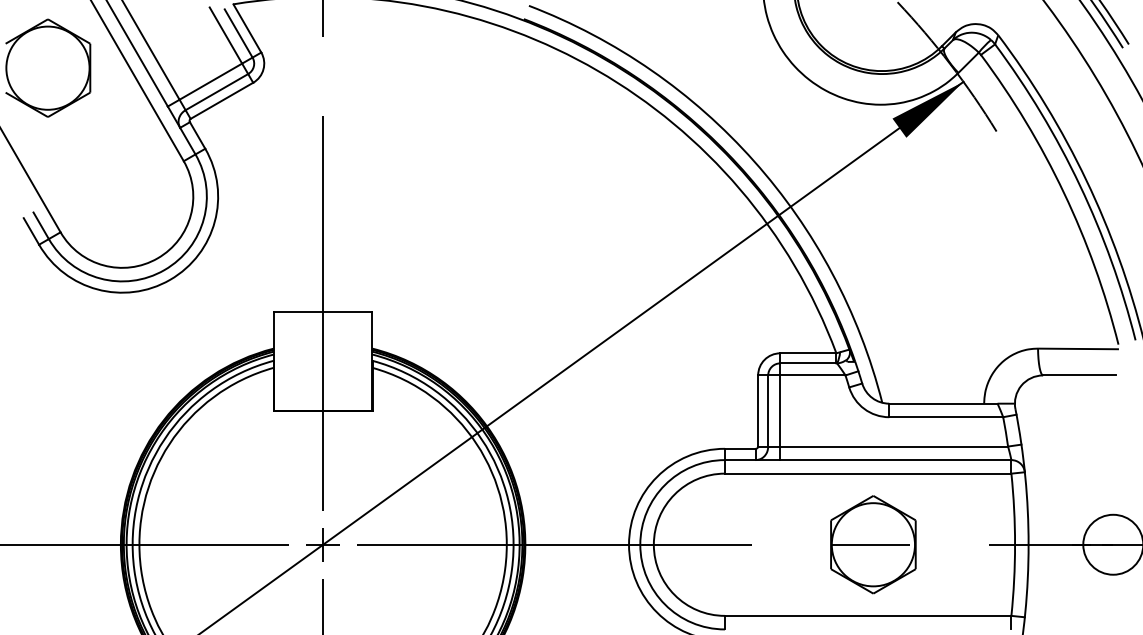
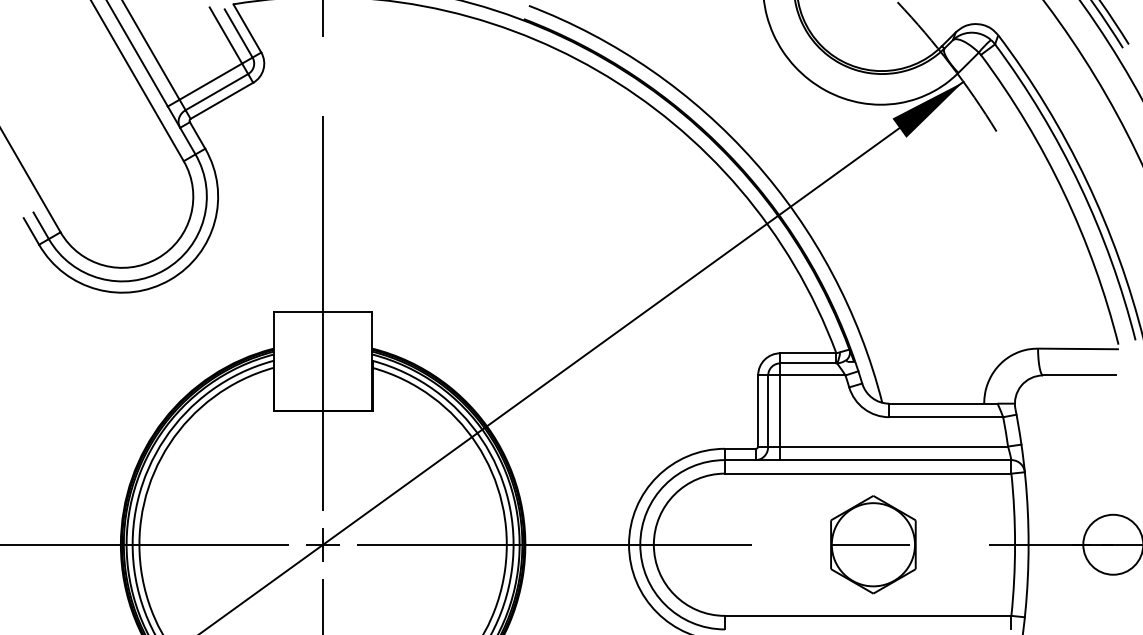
part at (48, 67): present -> none
